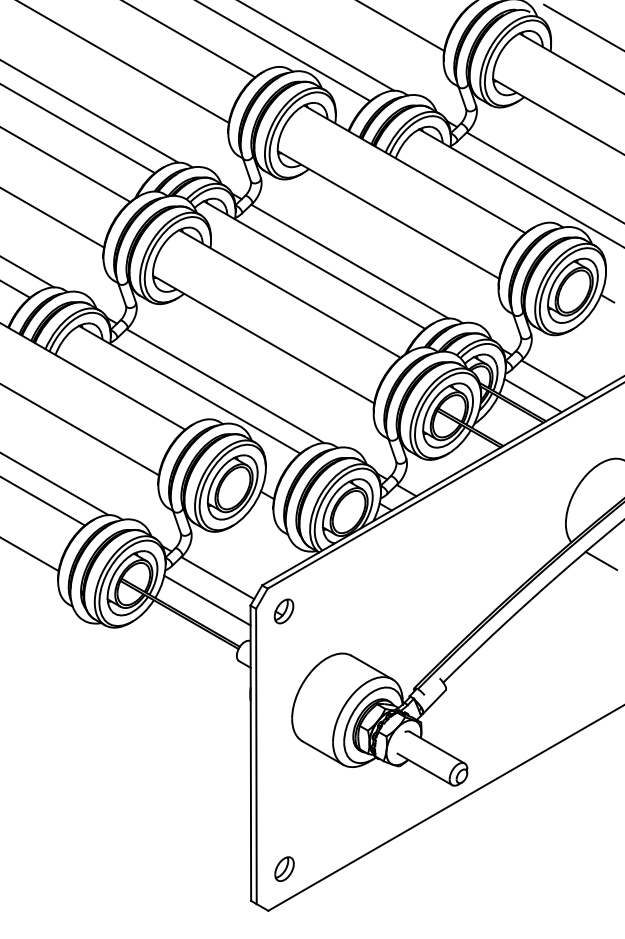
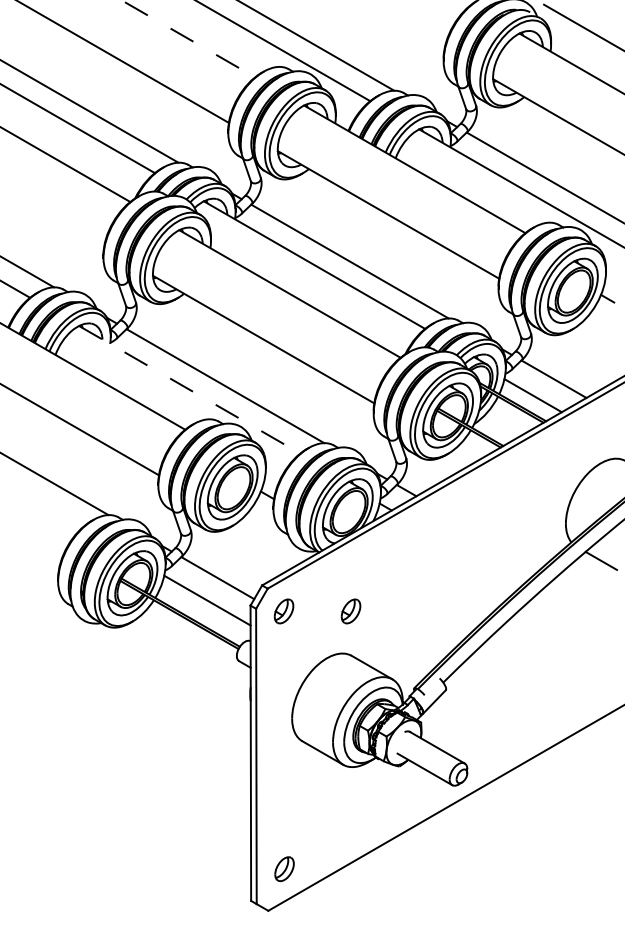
line at (402, 26): present -> none
line at (188, 38): solid -> dashed
line at (53, 218): present -> none
line at (189, 389): solid -> dashed
line at (43, 501): present -> none
line at (30, 554): present -> none
part at (350, 611): none -> present
